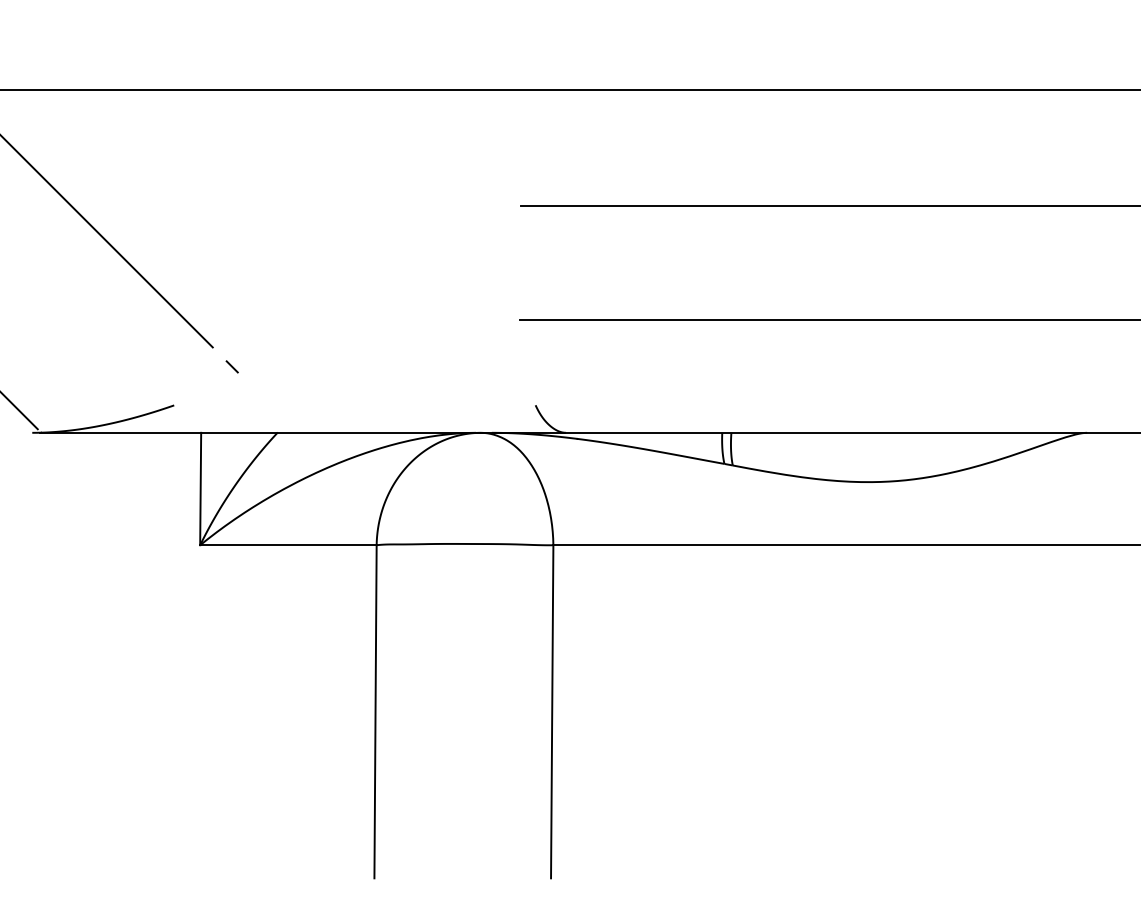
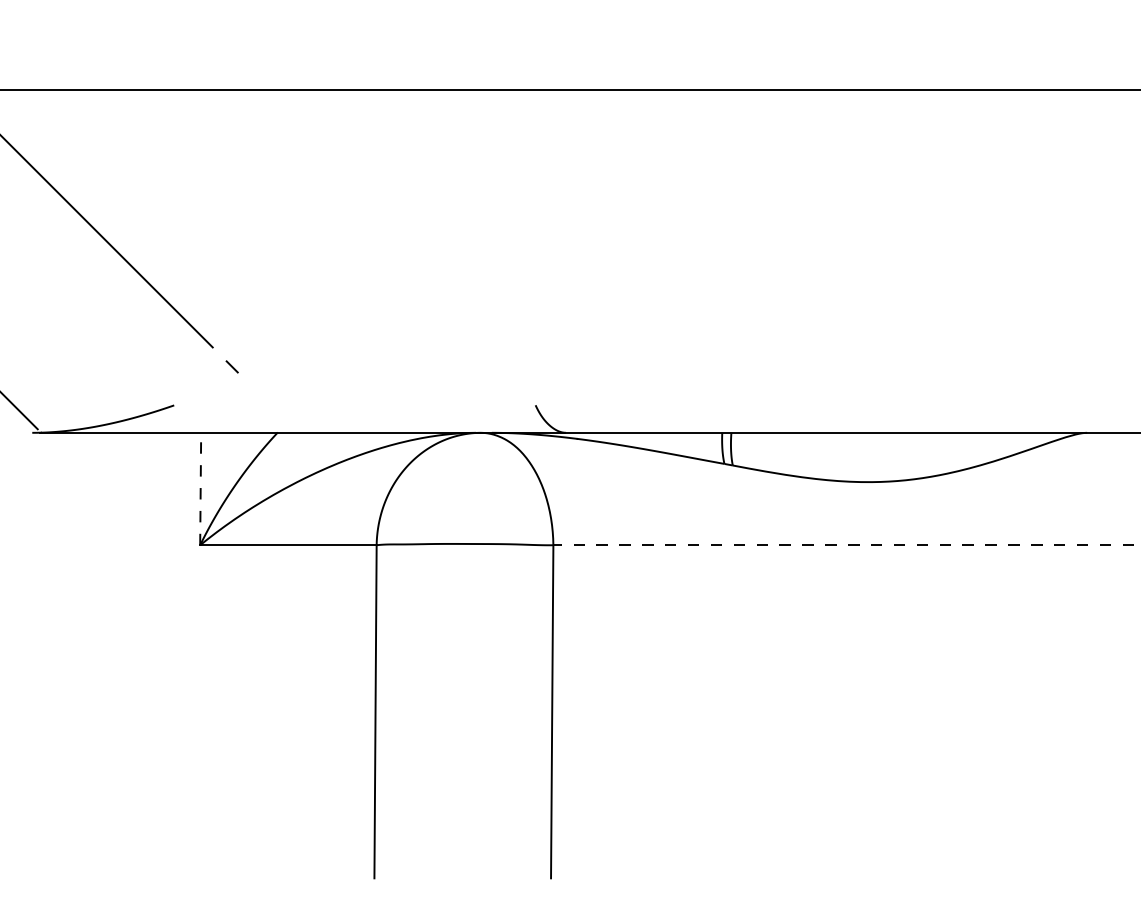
line at (828, 206): present -> none
line at (828, 320): present -> none
line at (200, 488): solid -> dashed
line at (846, 545): solid -> dashed
